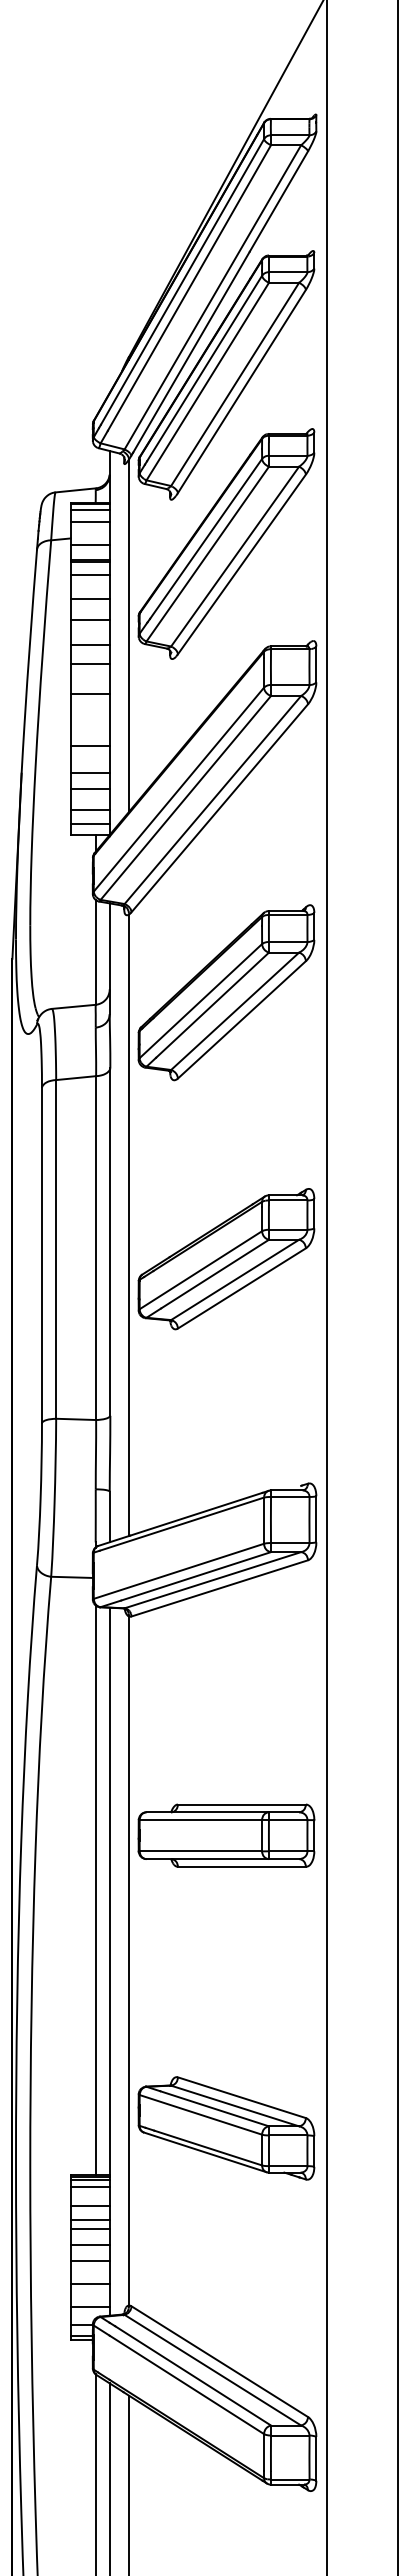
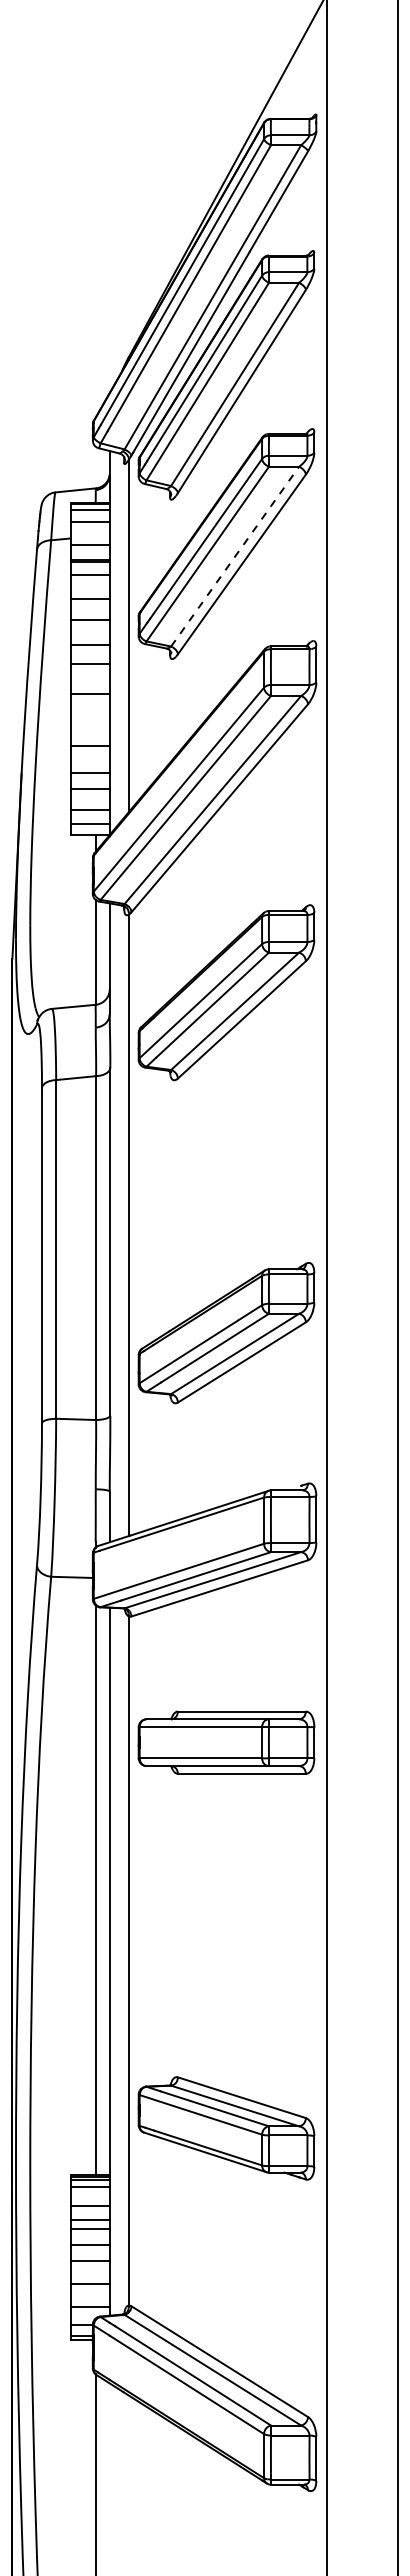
line at (235, 556): solid -> dashed
part at (226, 1259) position: (226, 1259) -> (226, 1333)
part at (226, 1835) position: (226, 1835) -> (226, 1742)
line at (109, 2477): present -> none
line at (128, 2483): present -> none
